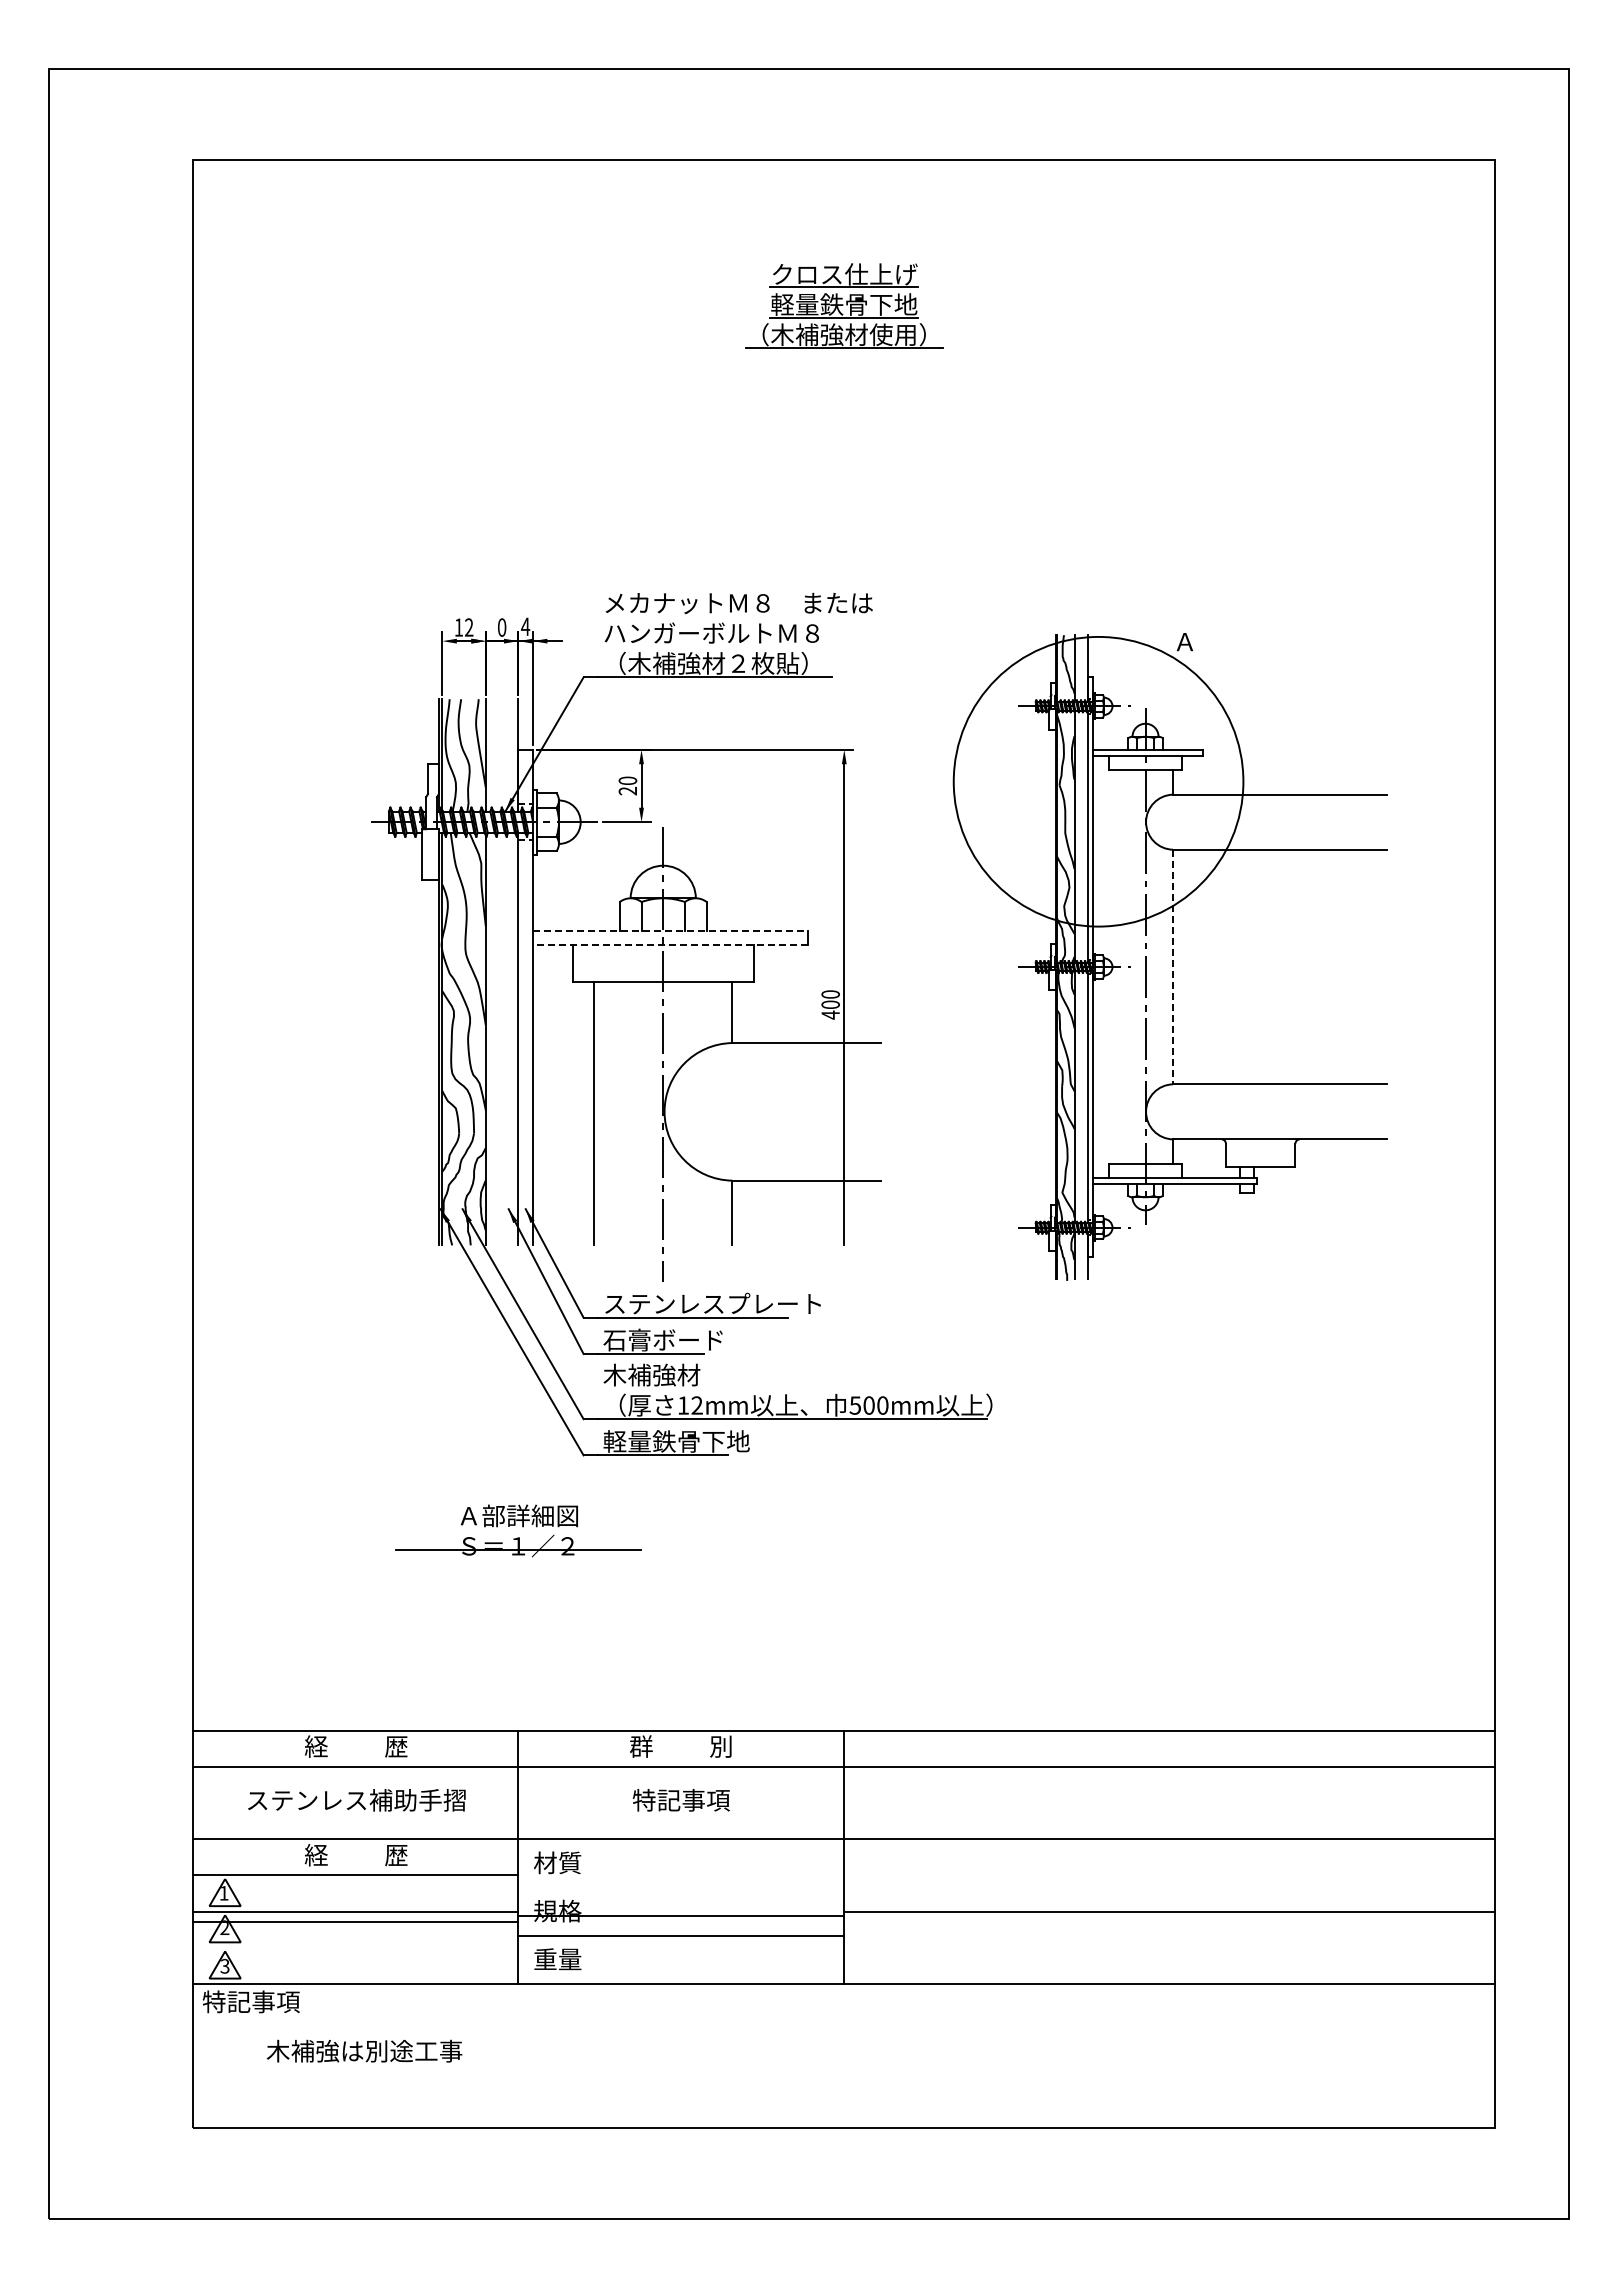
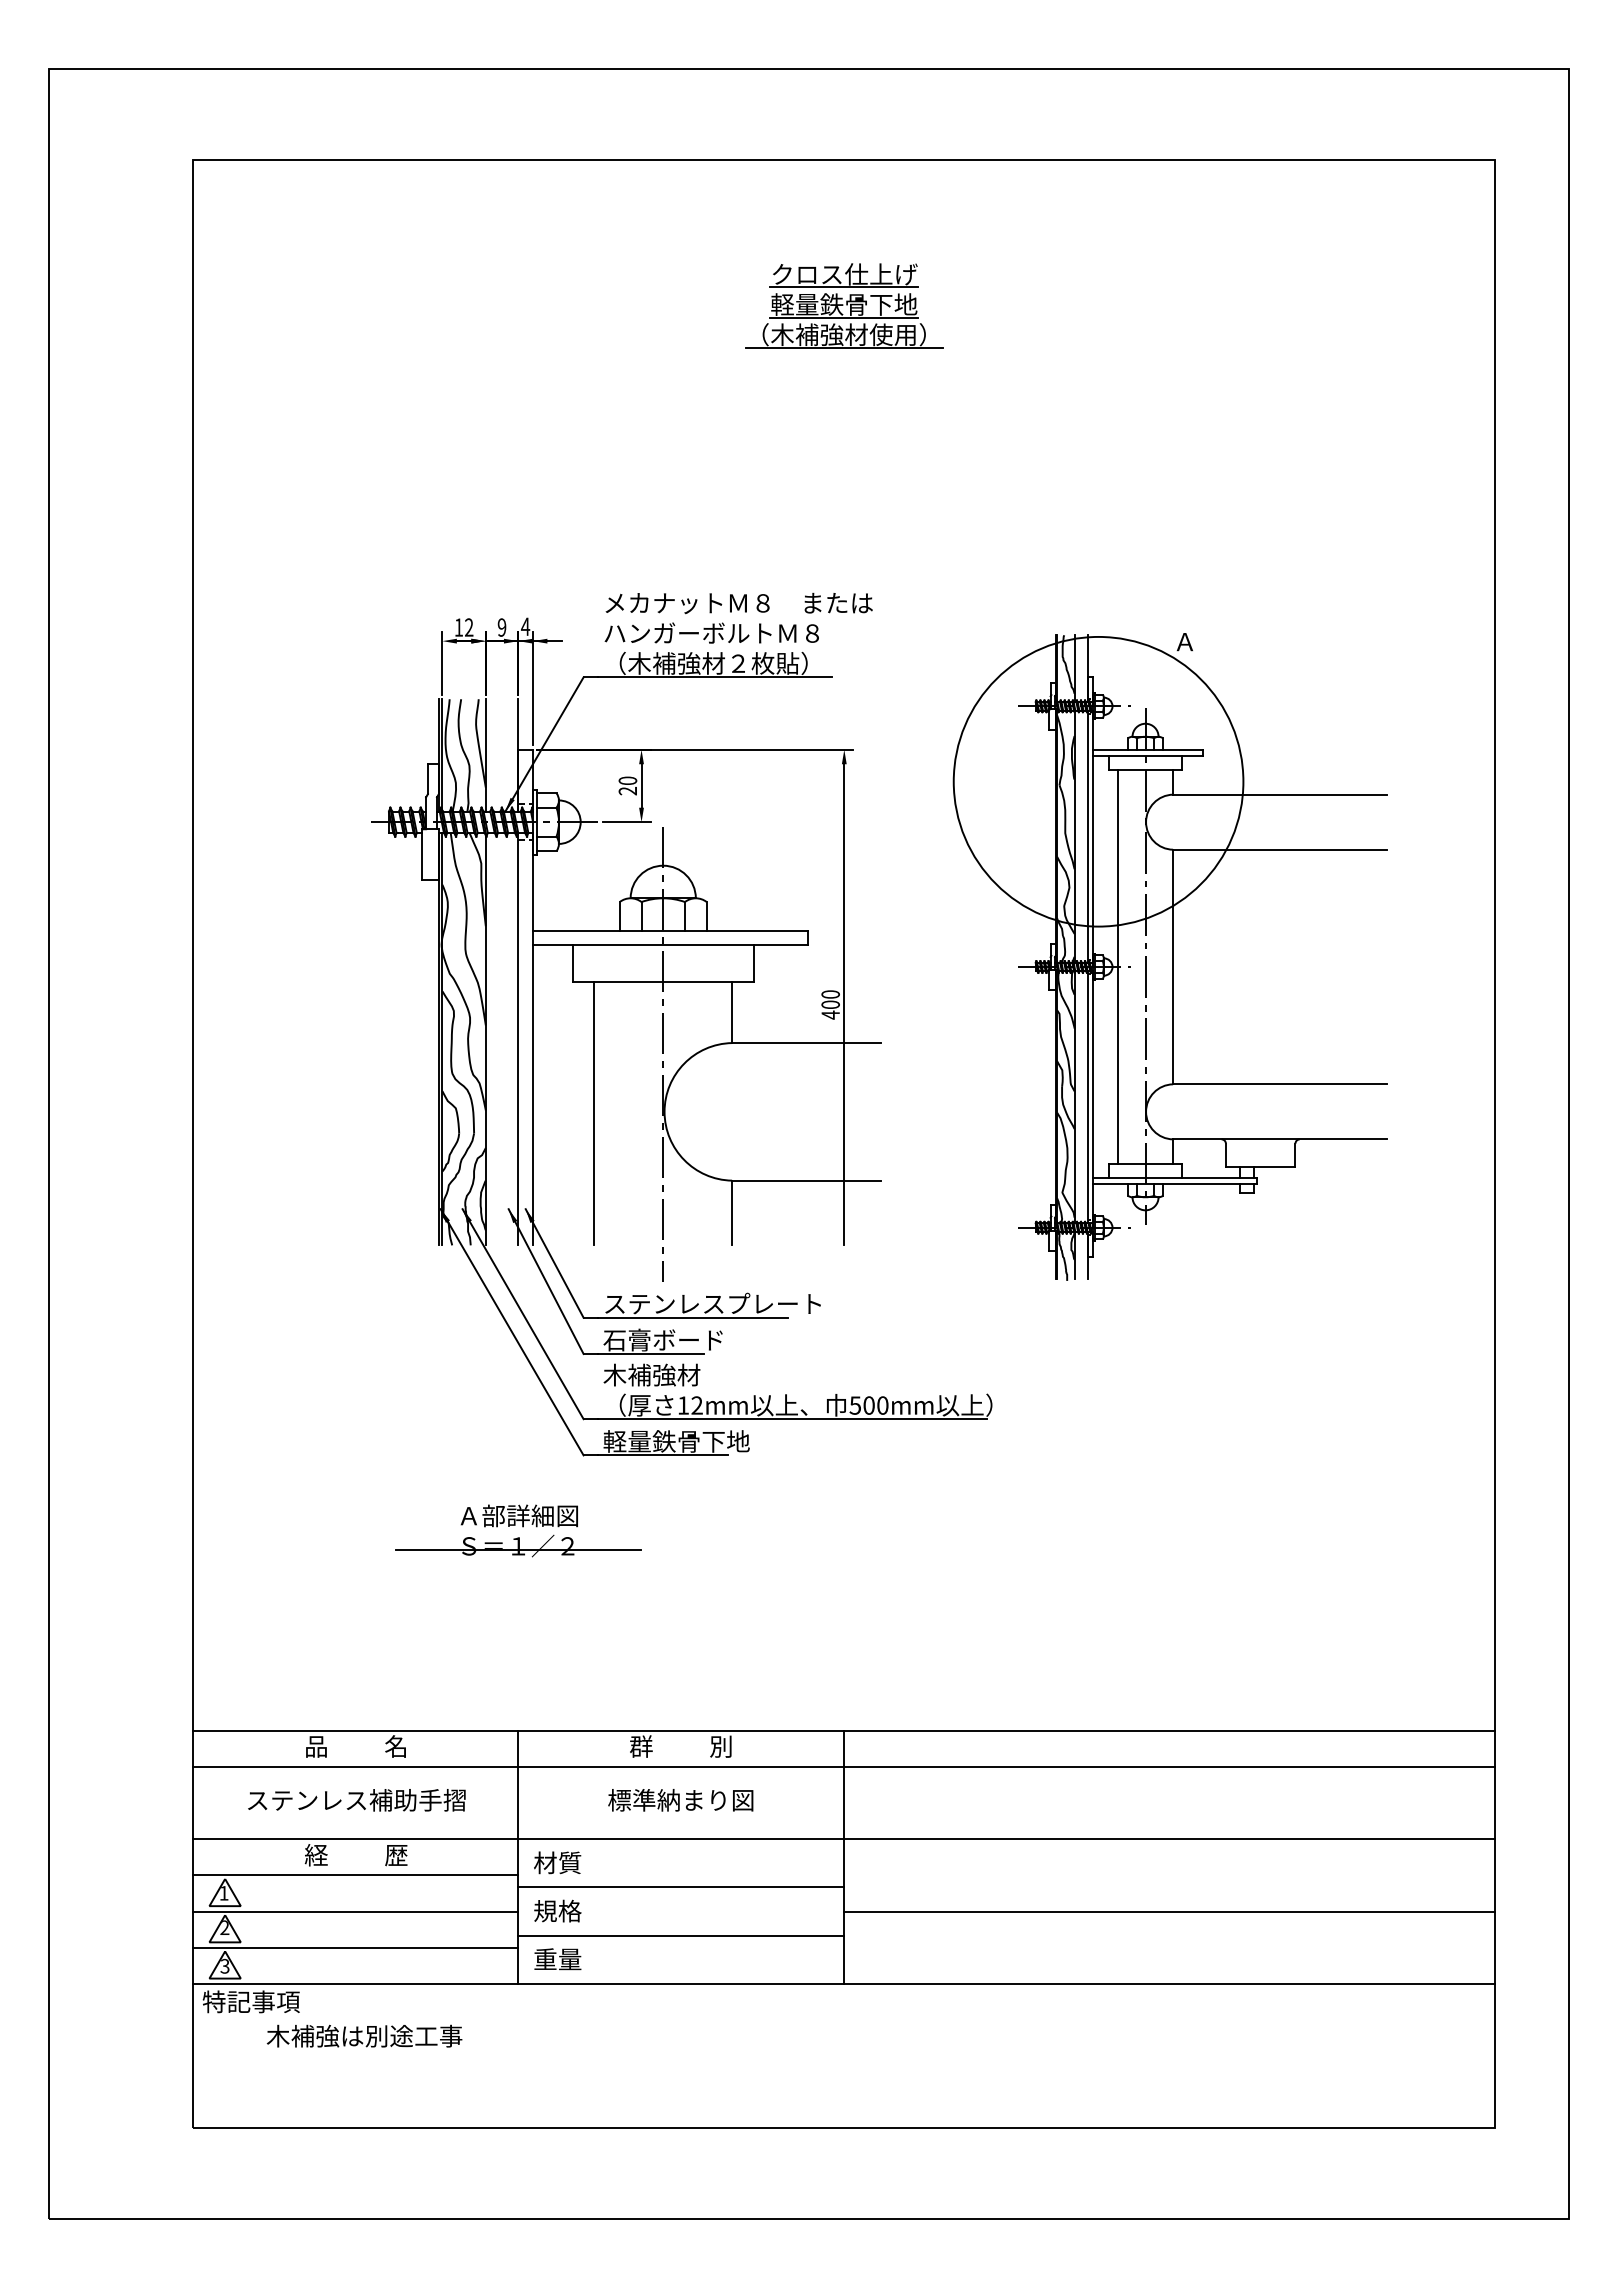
text at (501, 627): 0 -> 9
line at (670, 930): dashed -> solid
line at (670, 945): dashed -> solid
line at (1118, 967): none -> present
line at (1173, 967): dashed -> solid
text at (356, 1746): 経          歴 -> 品          名
text at (680, 1800): 特記事項 -> 標準納まり図
line at (681, 1916) position: (681, 1916) -> (681, 1887)
line at (355, 1921) position: (355, 1921) -> (355, 1947)
text at (364, 2050) position: (364, 2050) -> (364, 2035)
